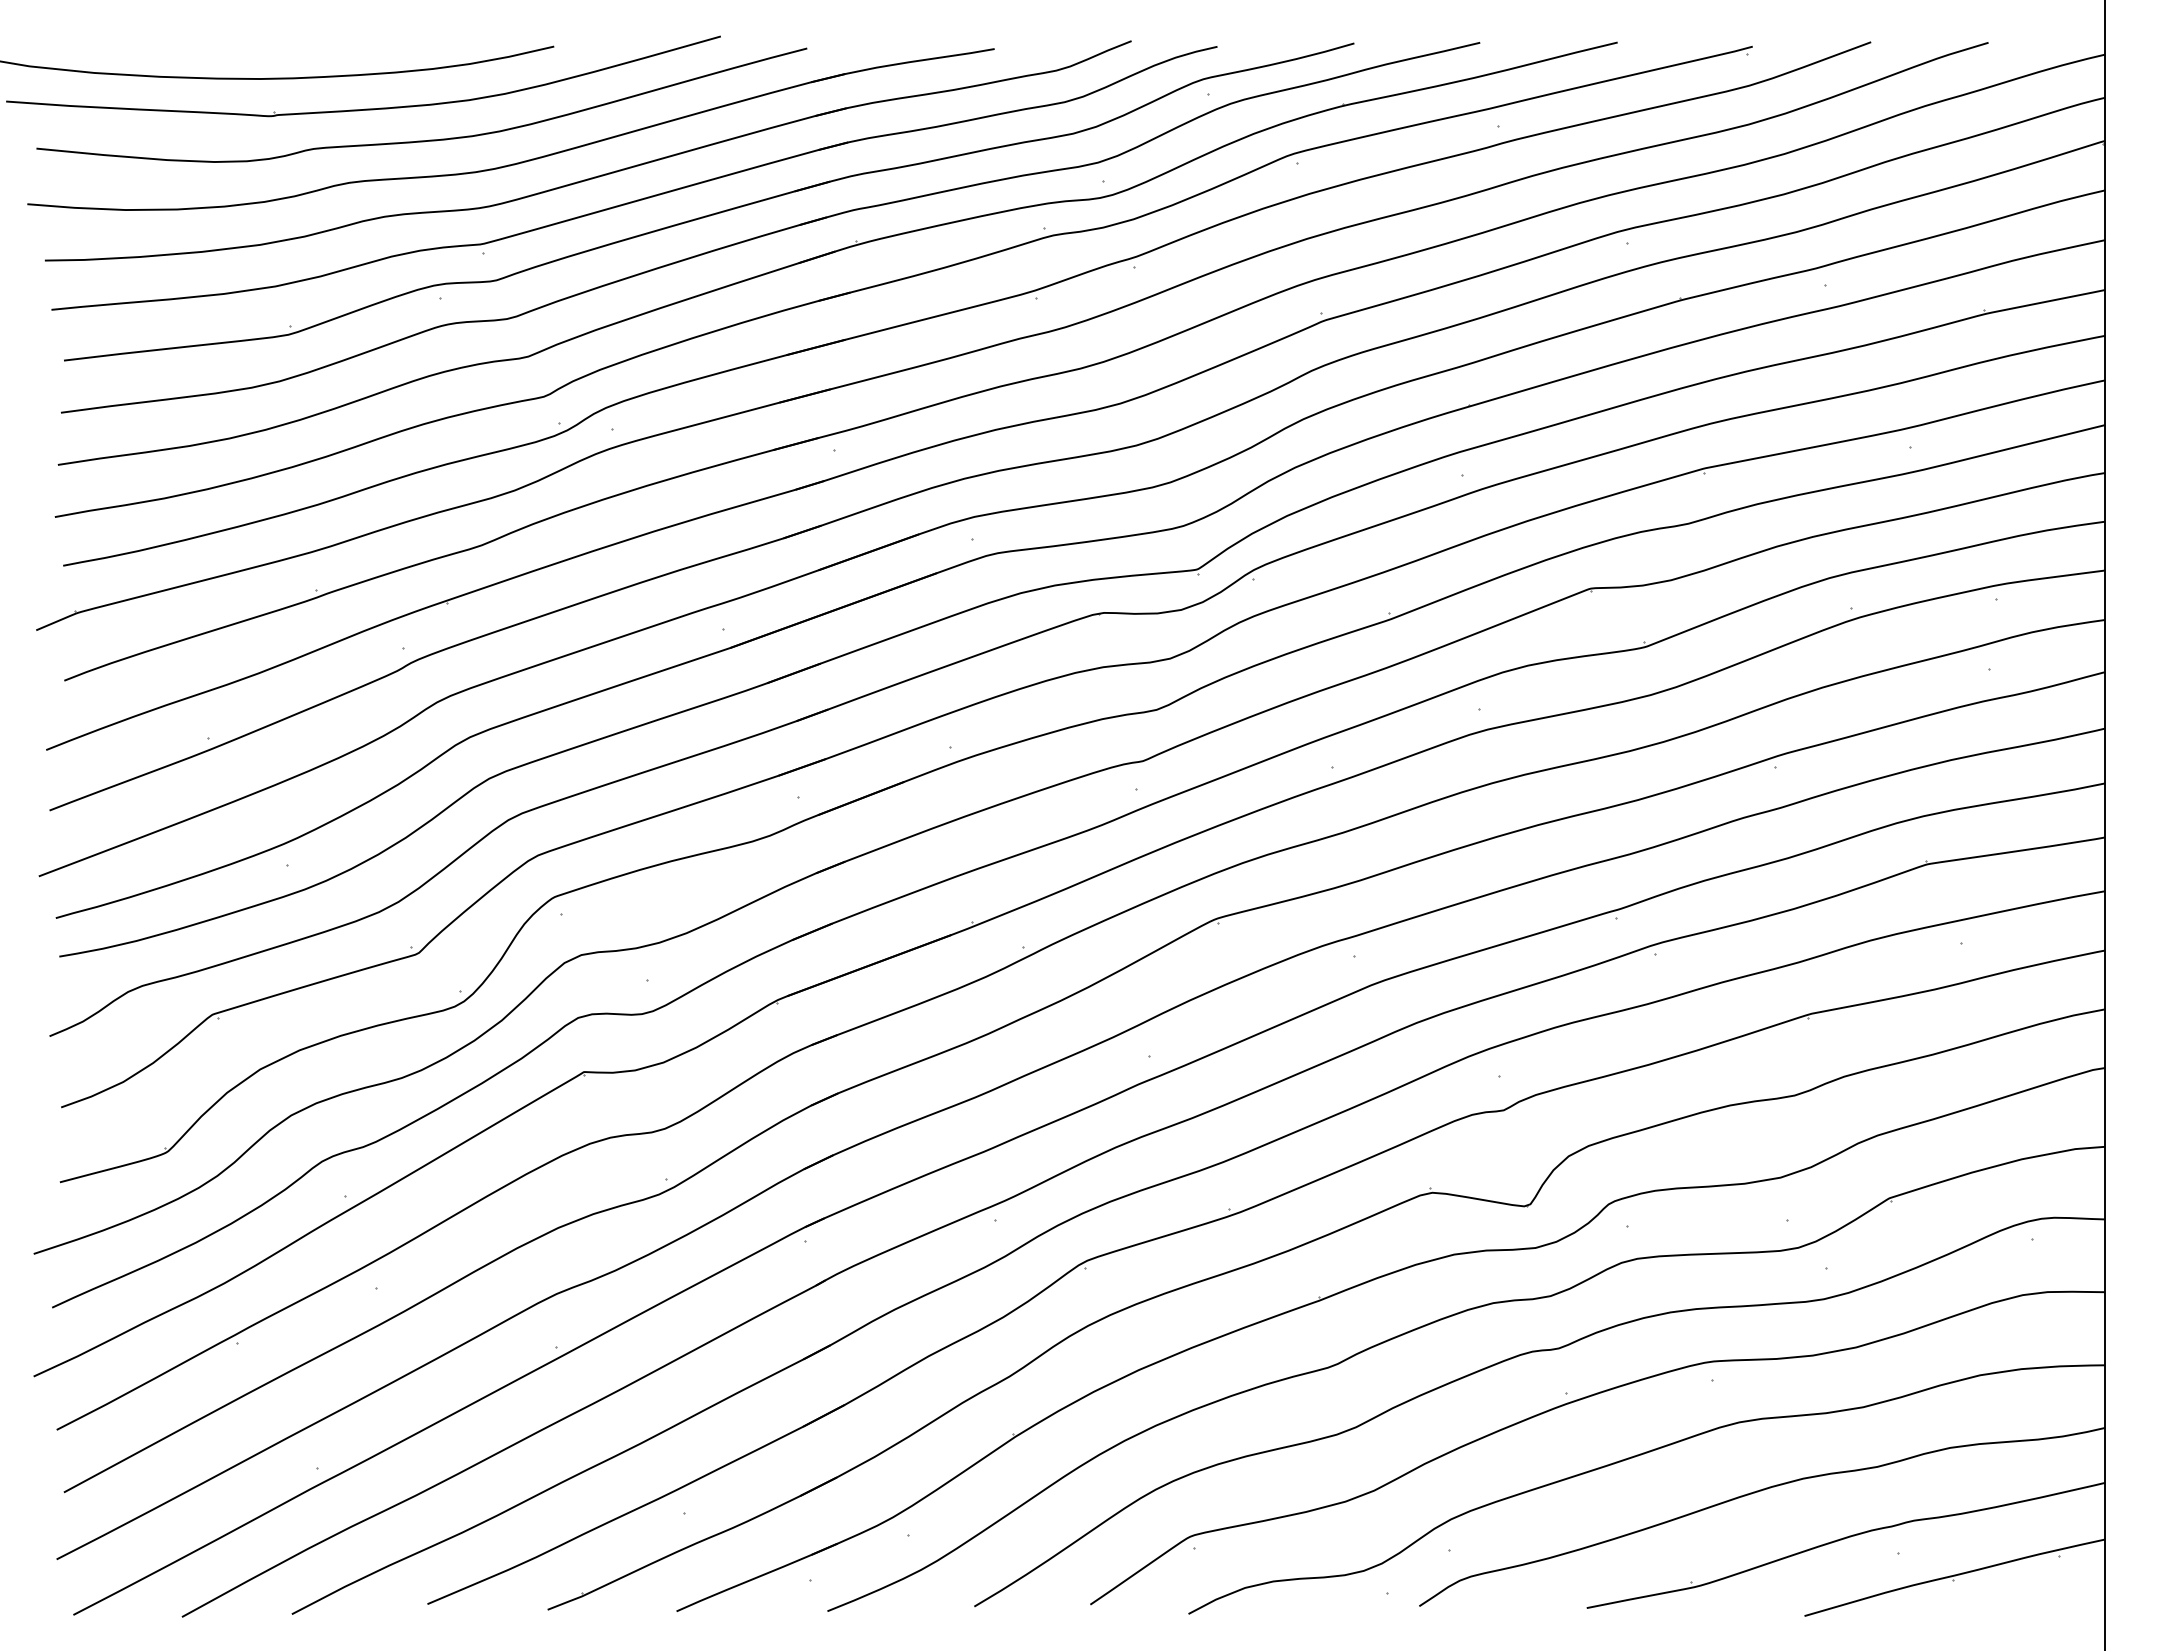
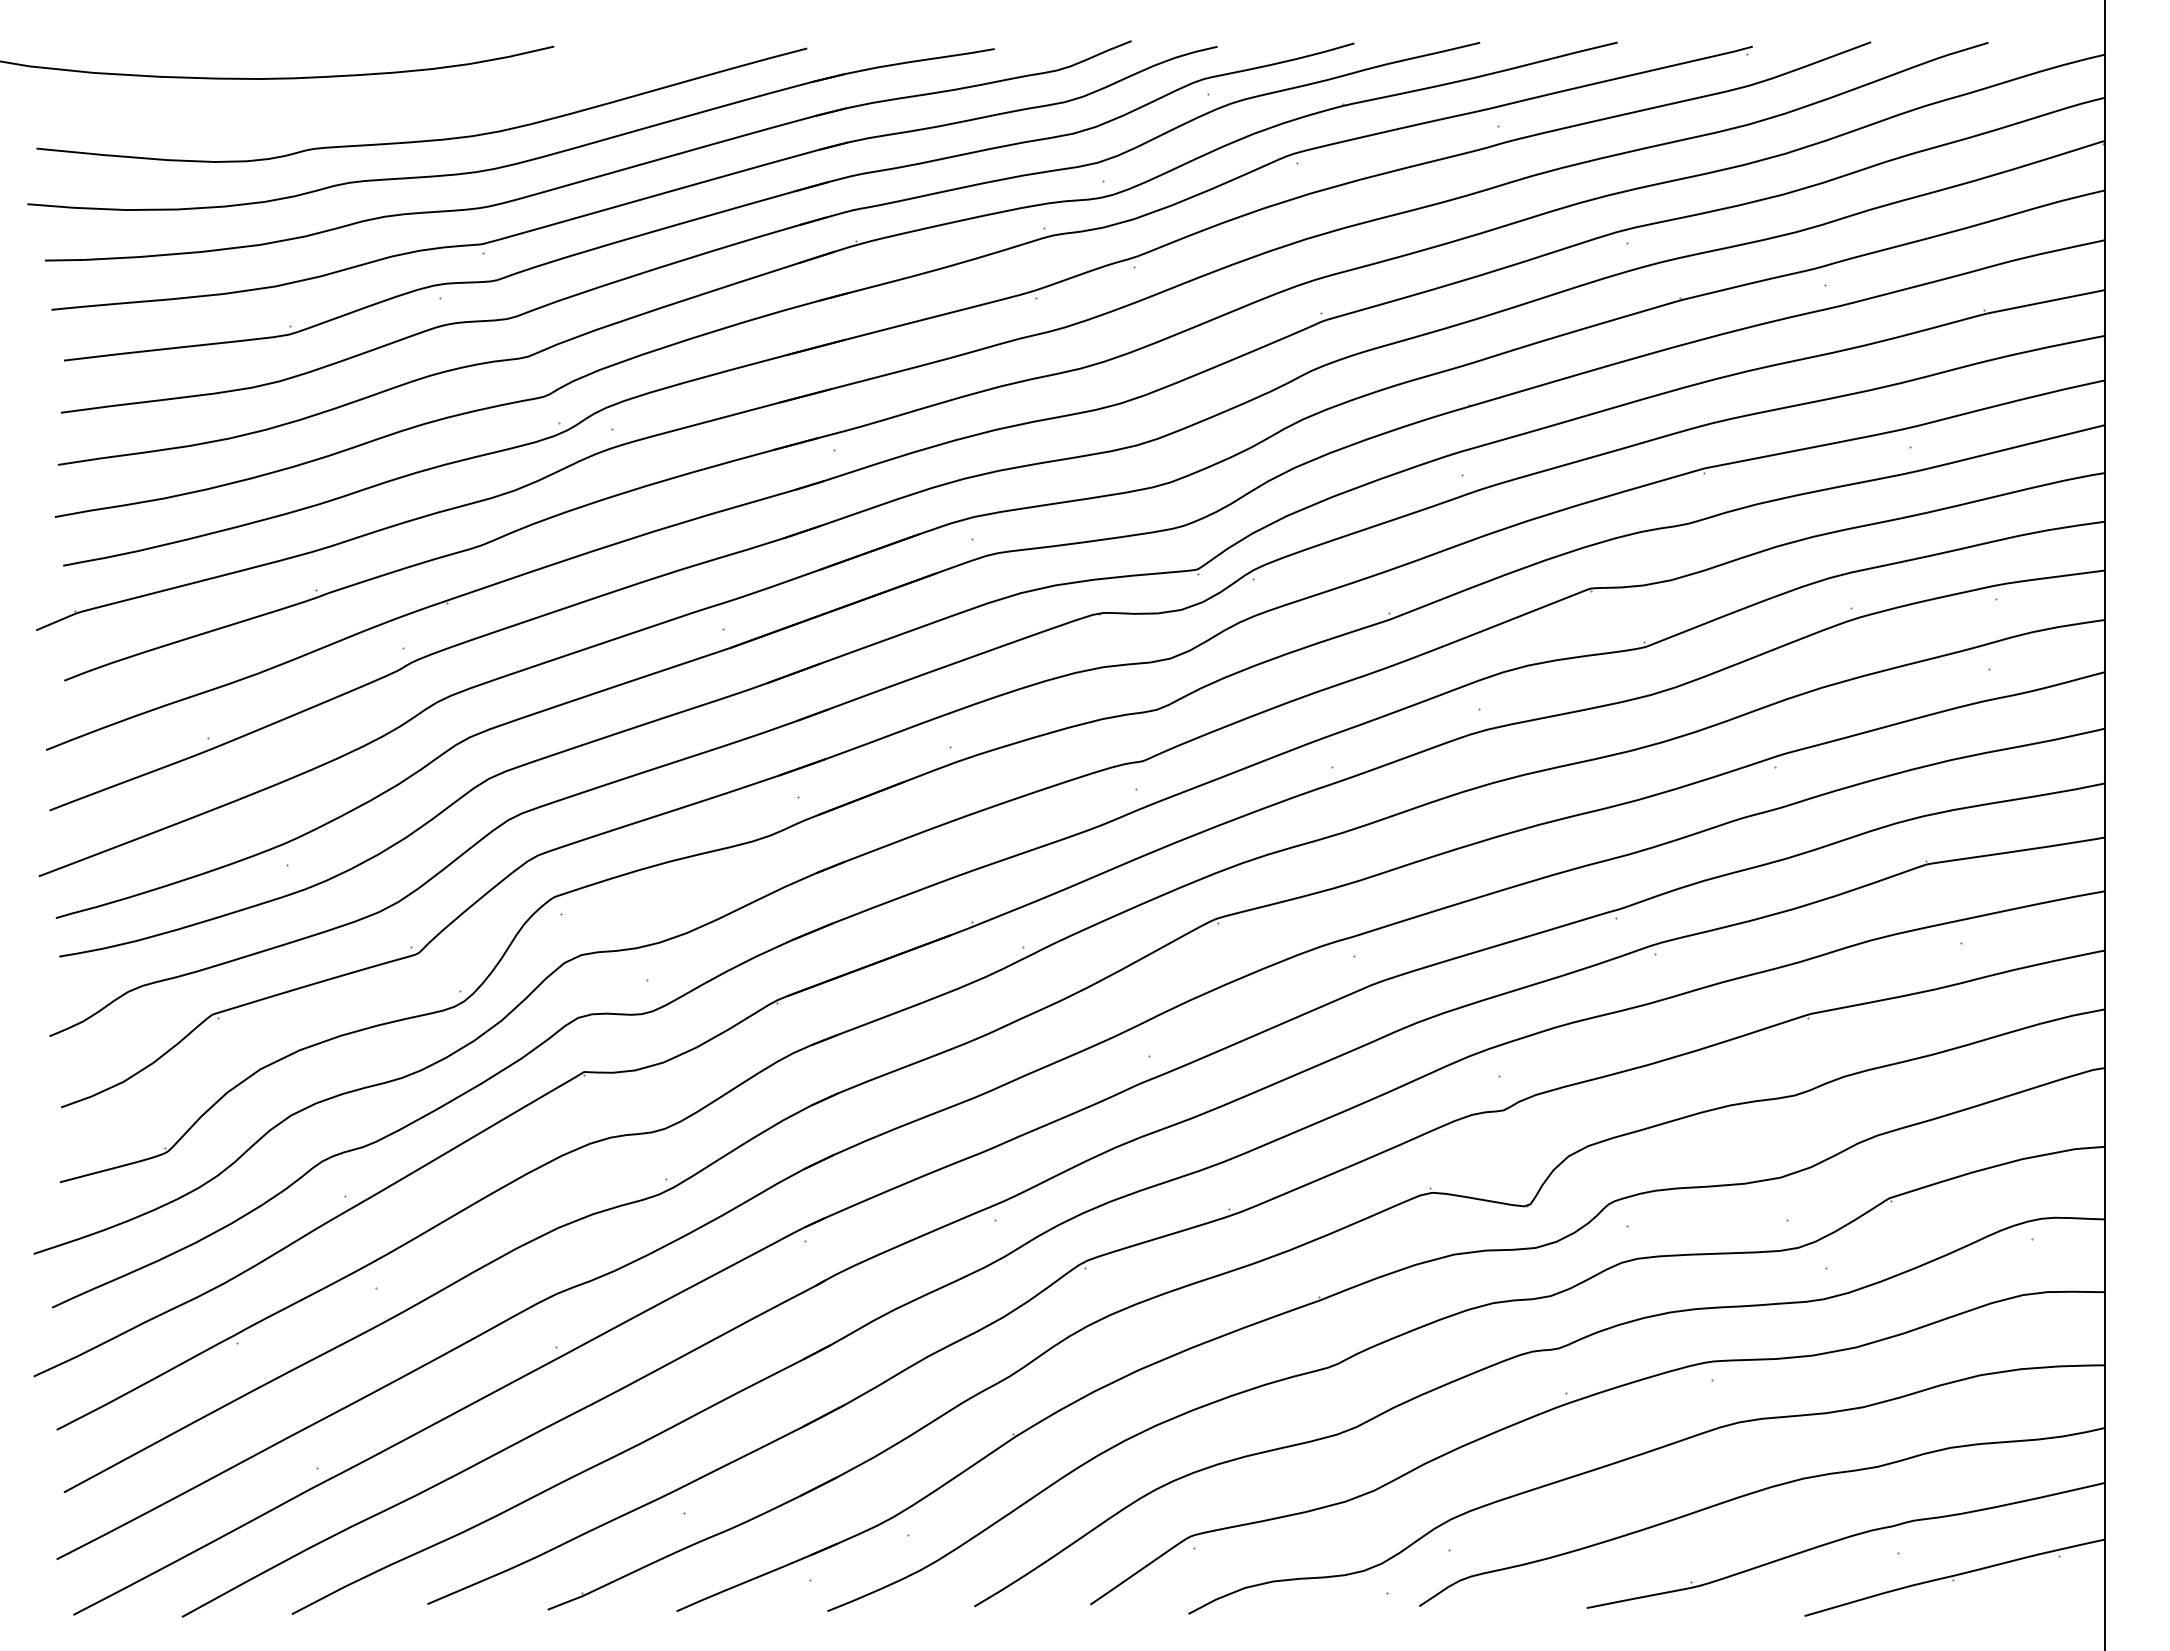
part at (364, 108): present -> none
